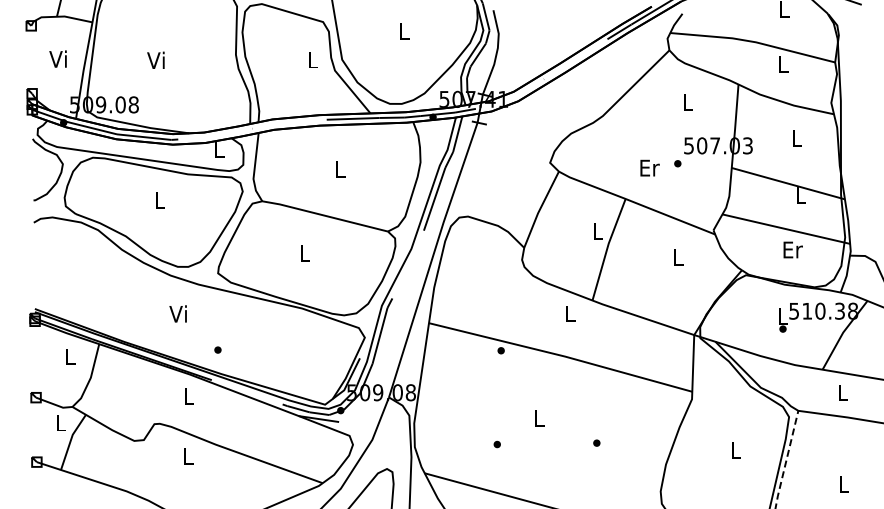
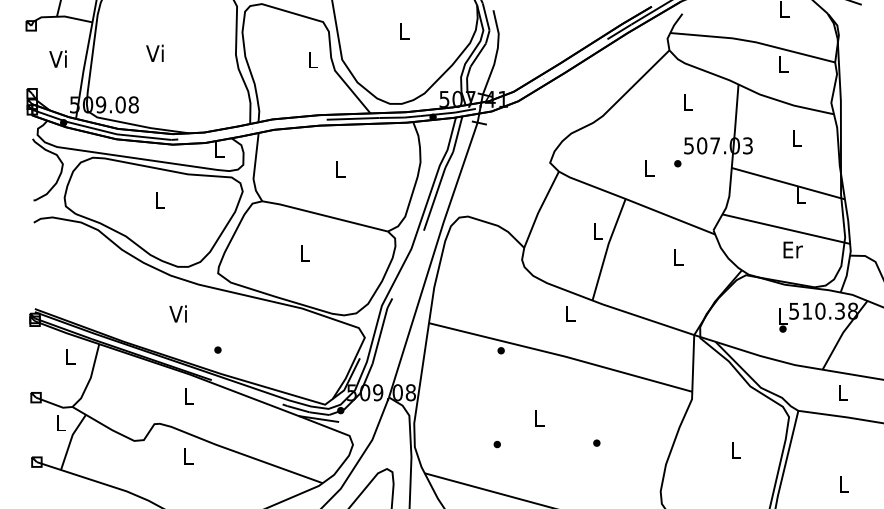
text at (155, 59) position: (155, 59) -> (154, 52)
text at (649, 167): Er -> L
line at (786, 460): dashed -> solid
